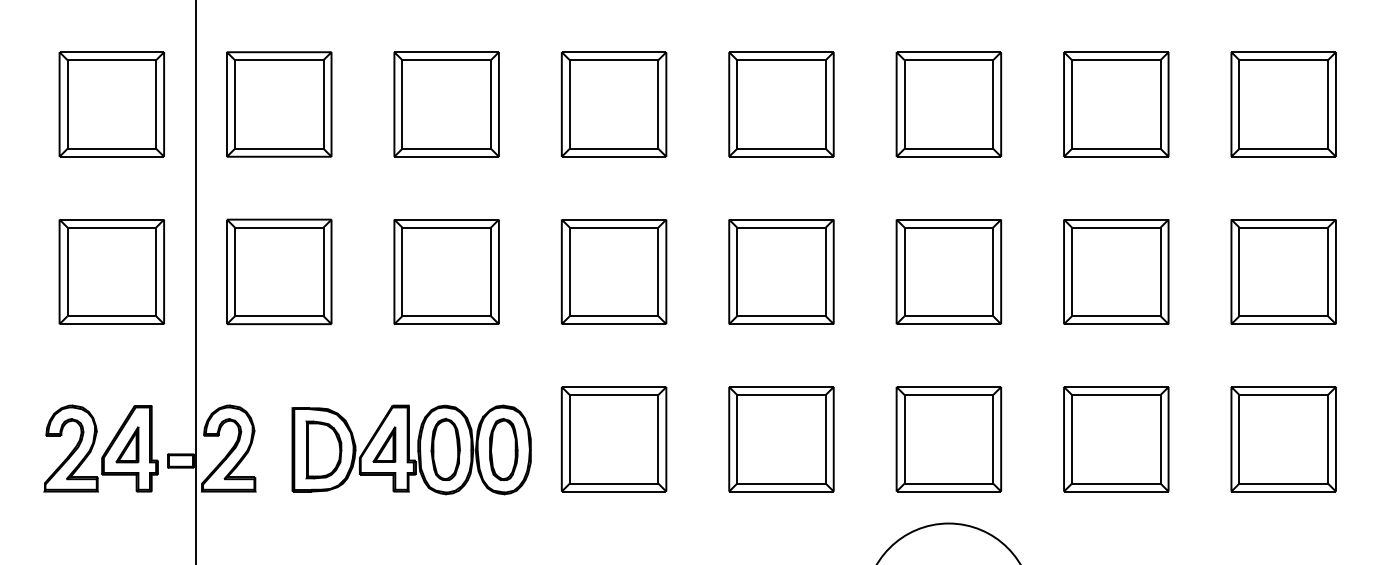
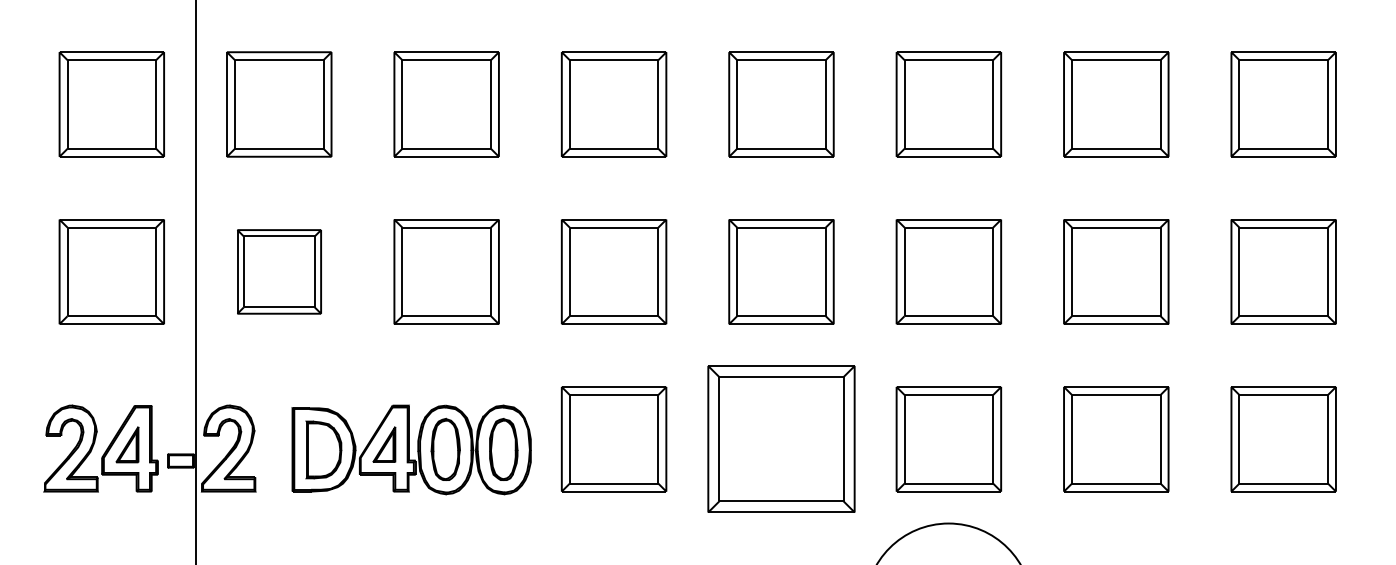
part at (279, 271) size: 107x108 px -> 85x86 px
part at (781, 439) size: 107x107 px -> 149x148 px
